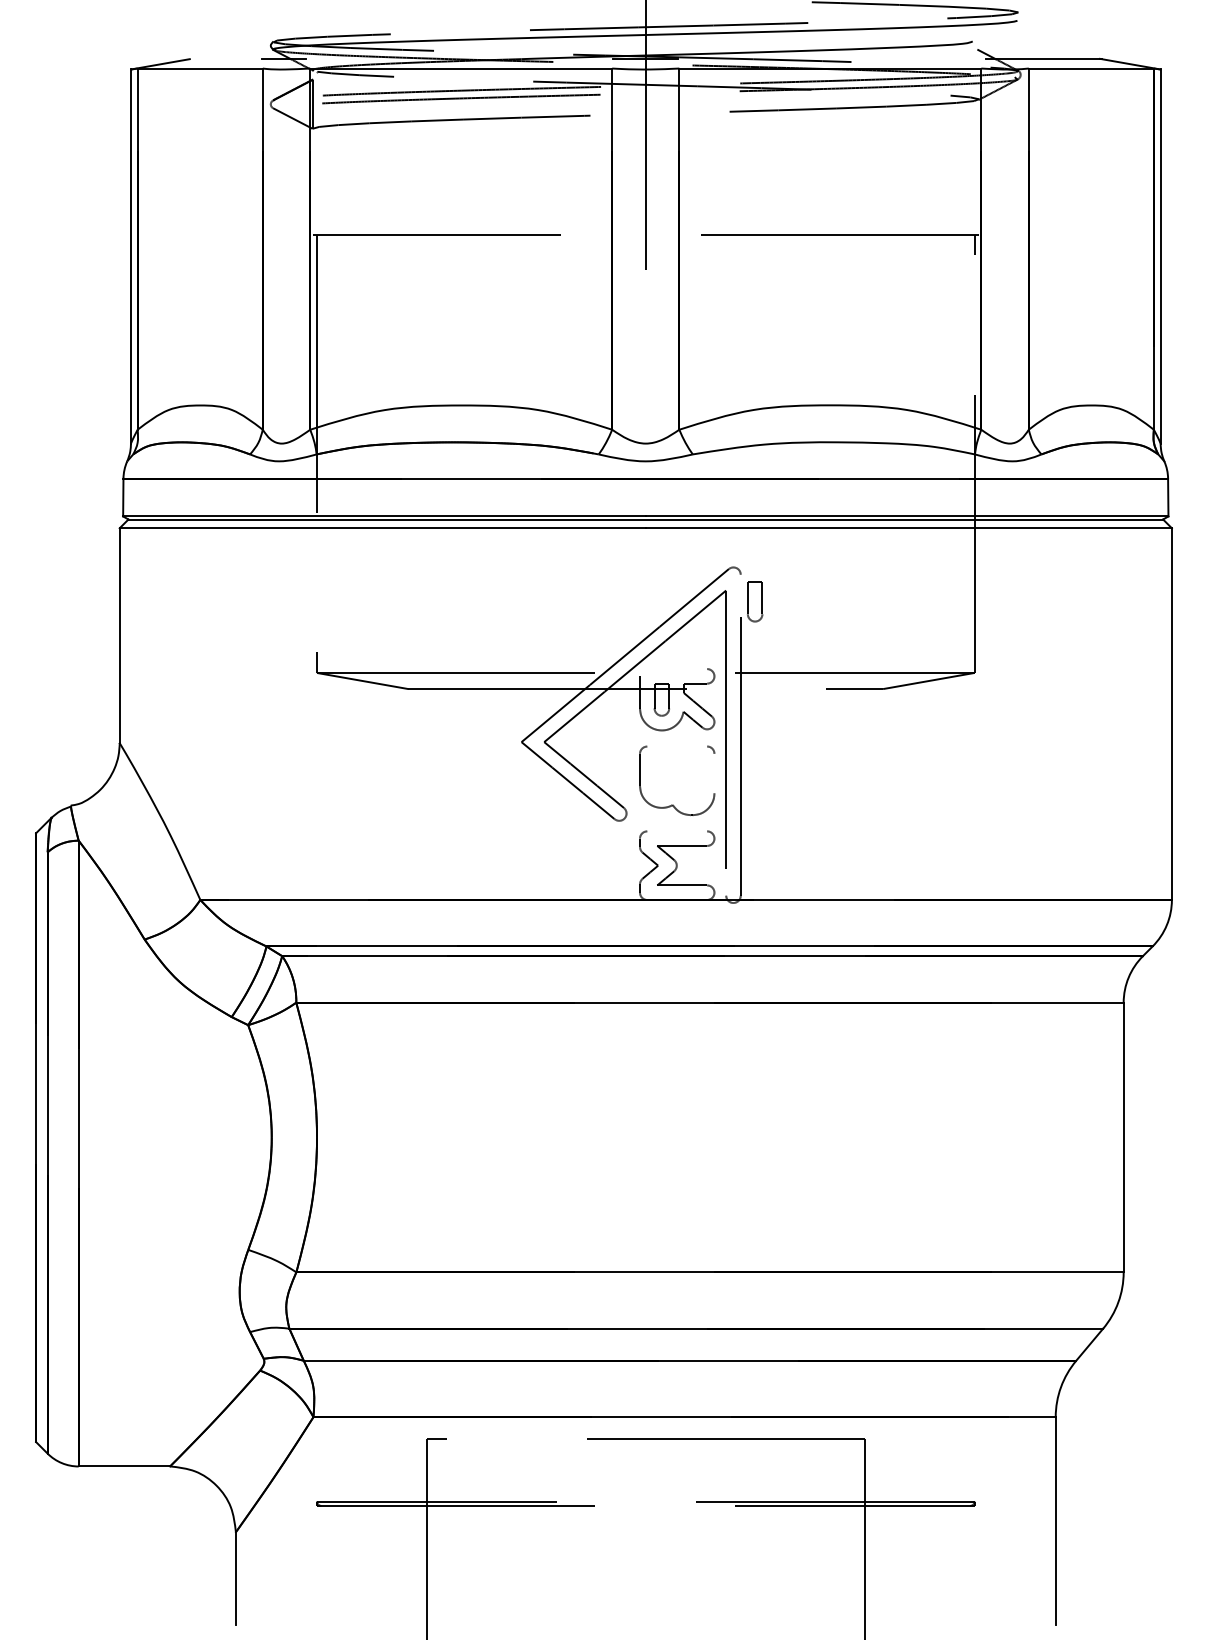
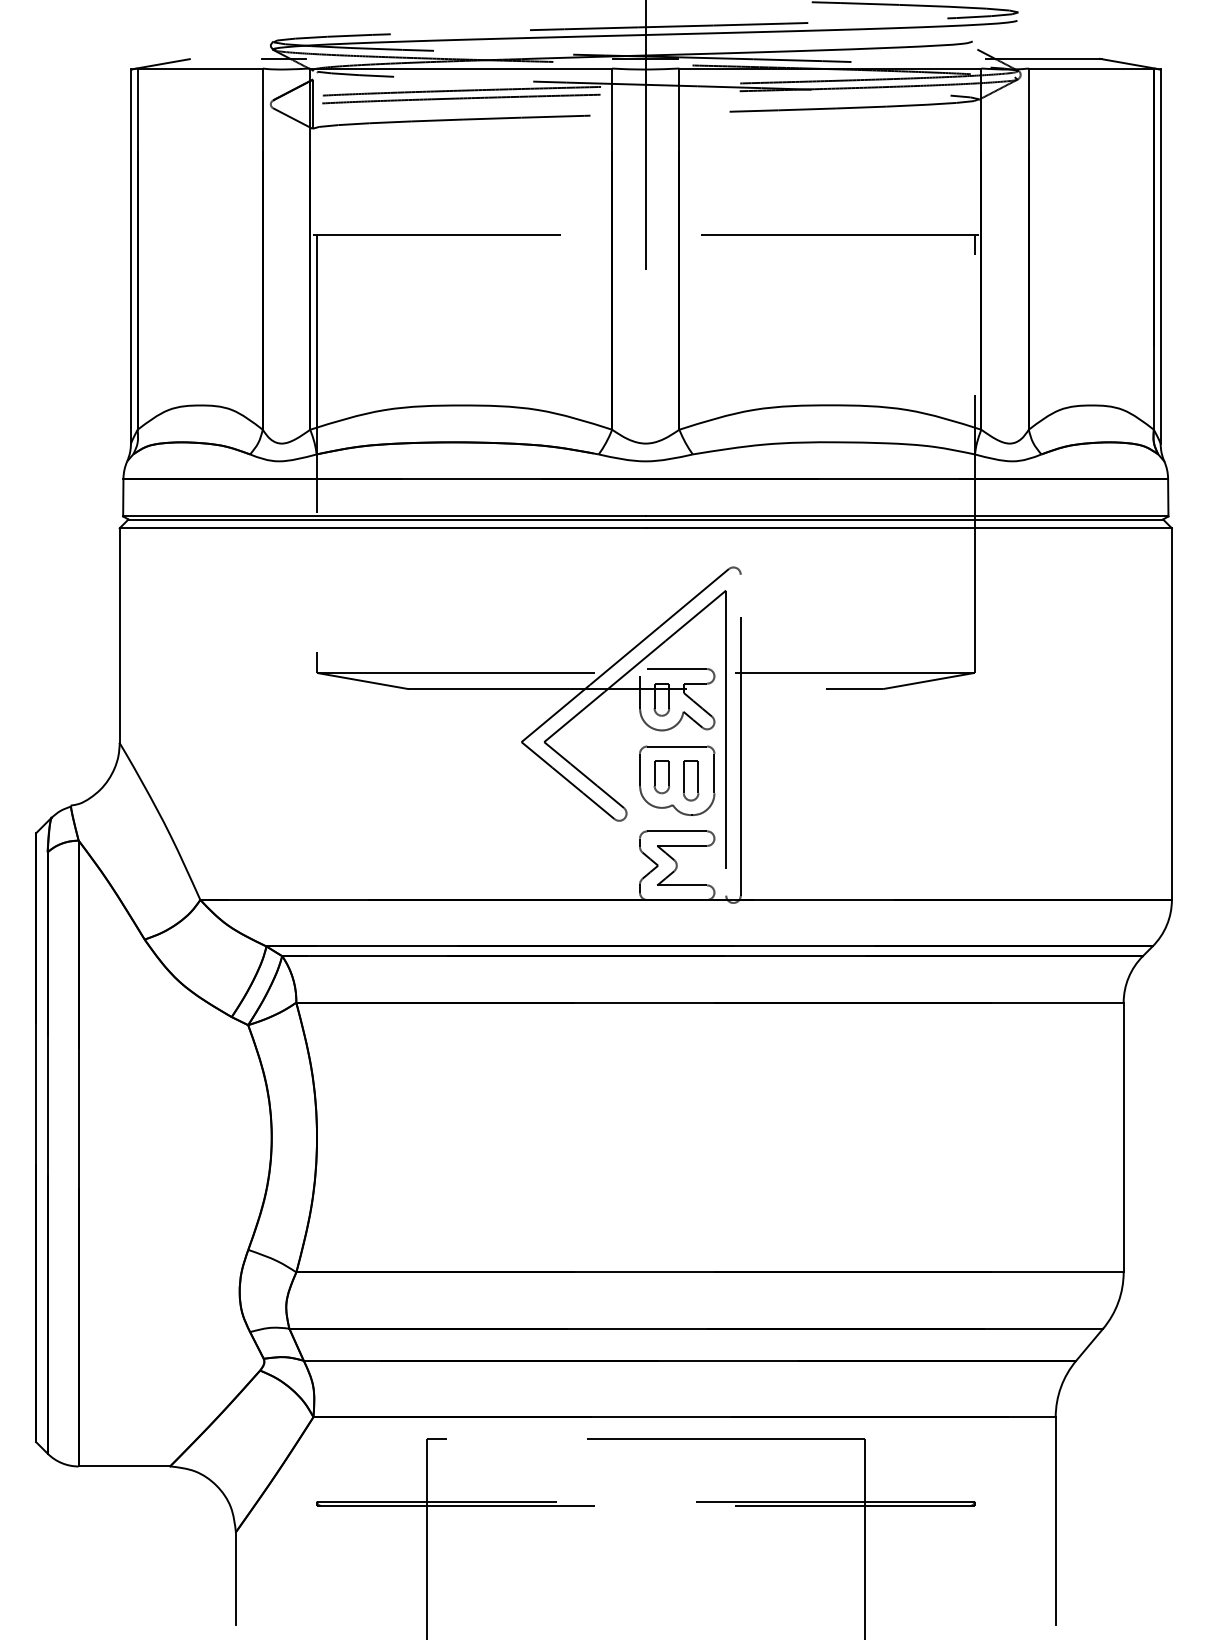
part at (755, 601) position: (755, 601) -> (691, 780)
line at (677, 669): none -> present
line at (677, 746): none -> present
line at (714, 773): none -> present
part at (661, 777): none -> present
line at (677, 831): none -> present
